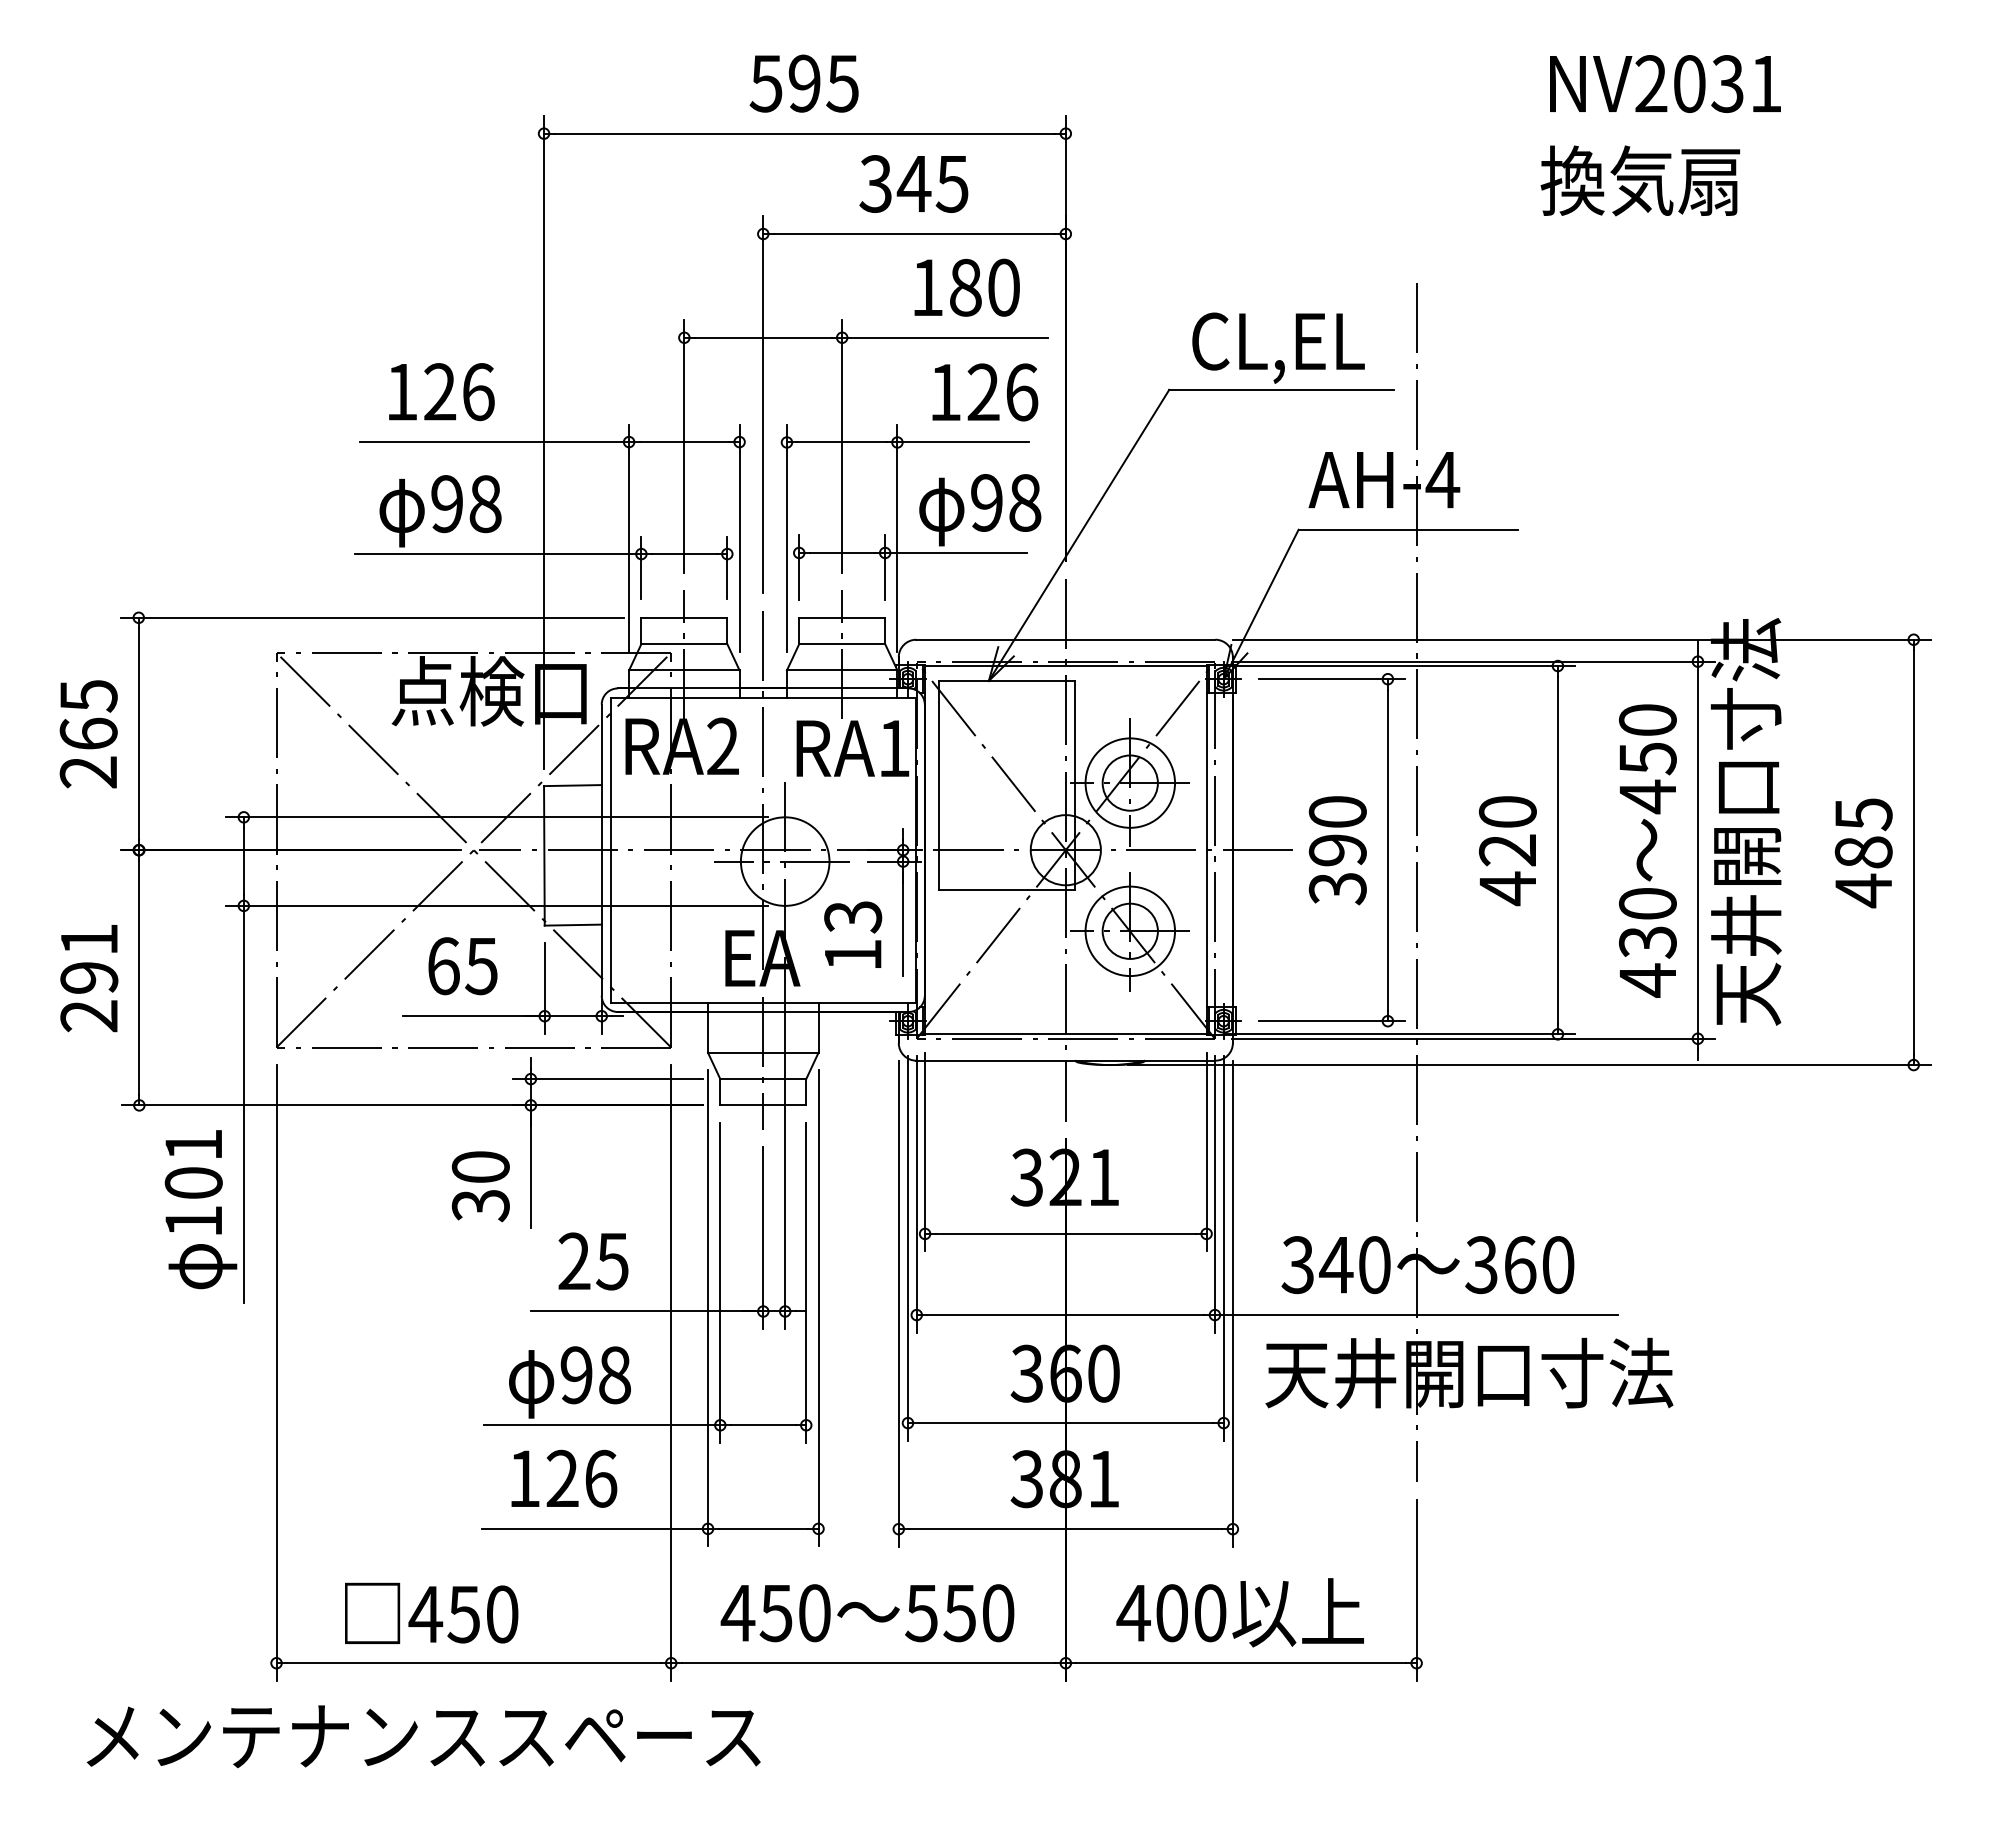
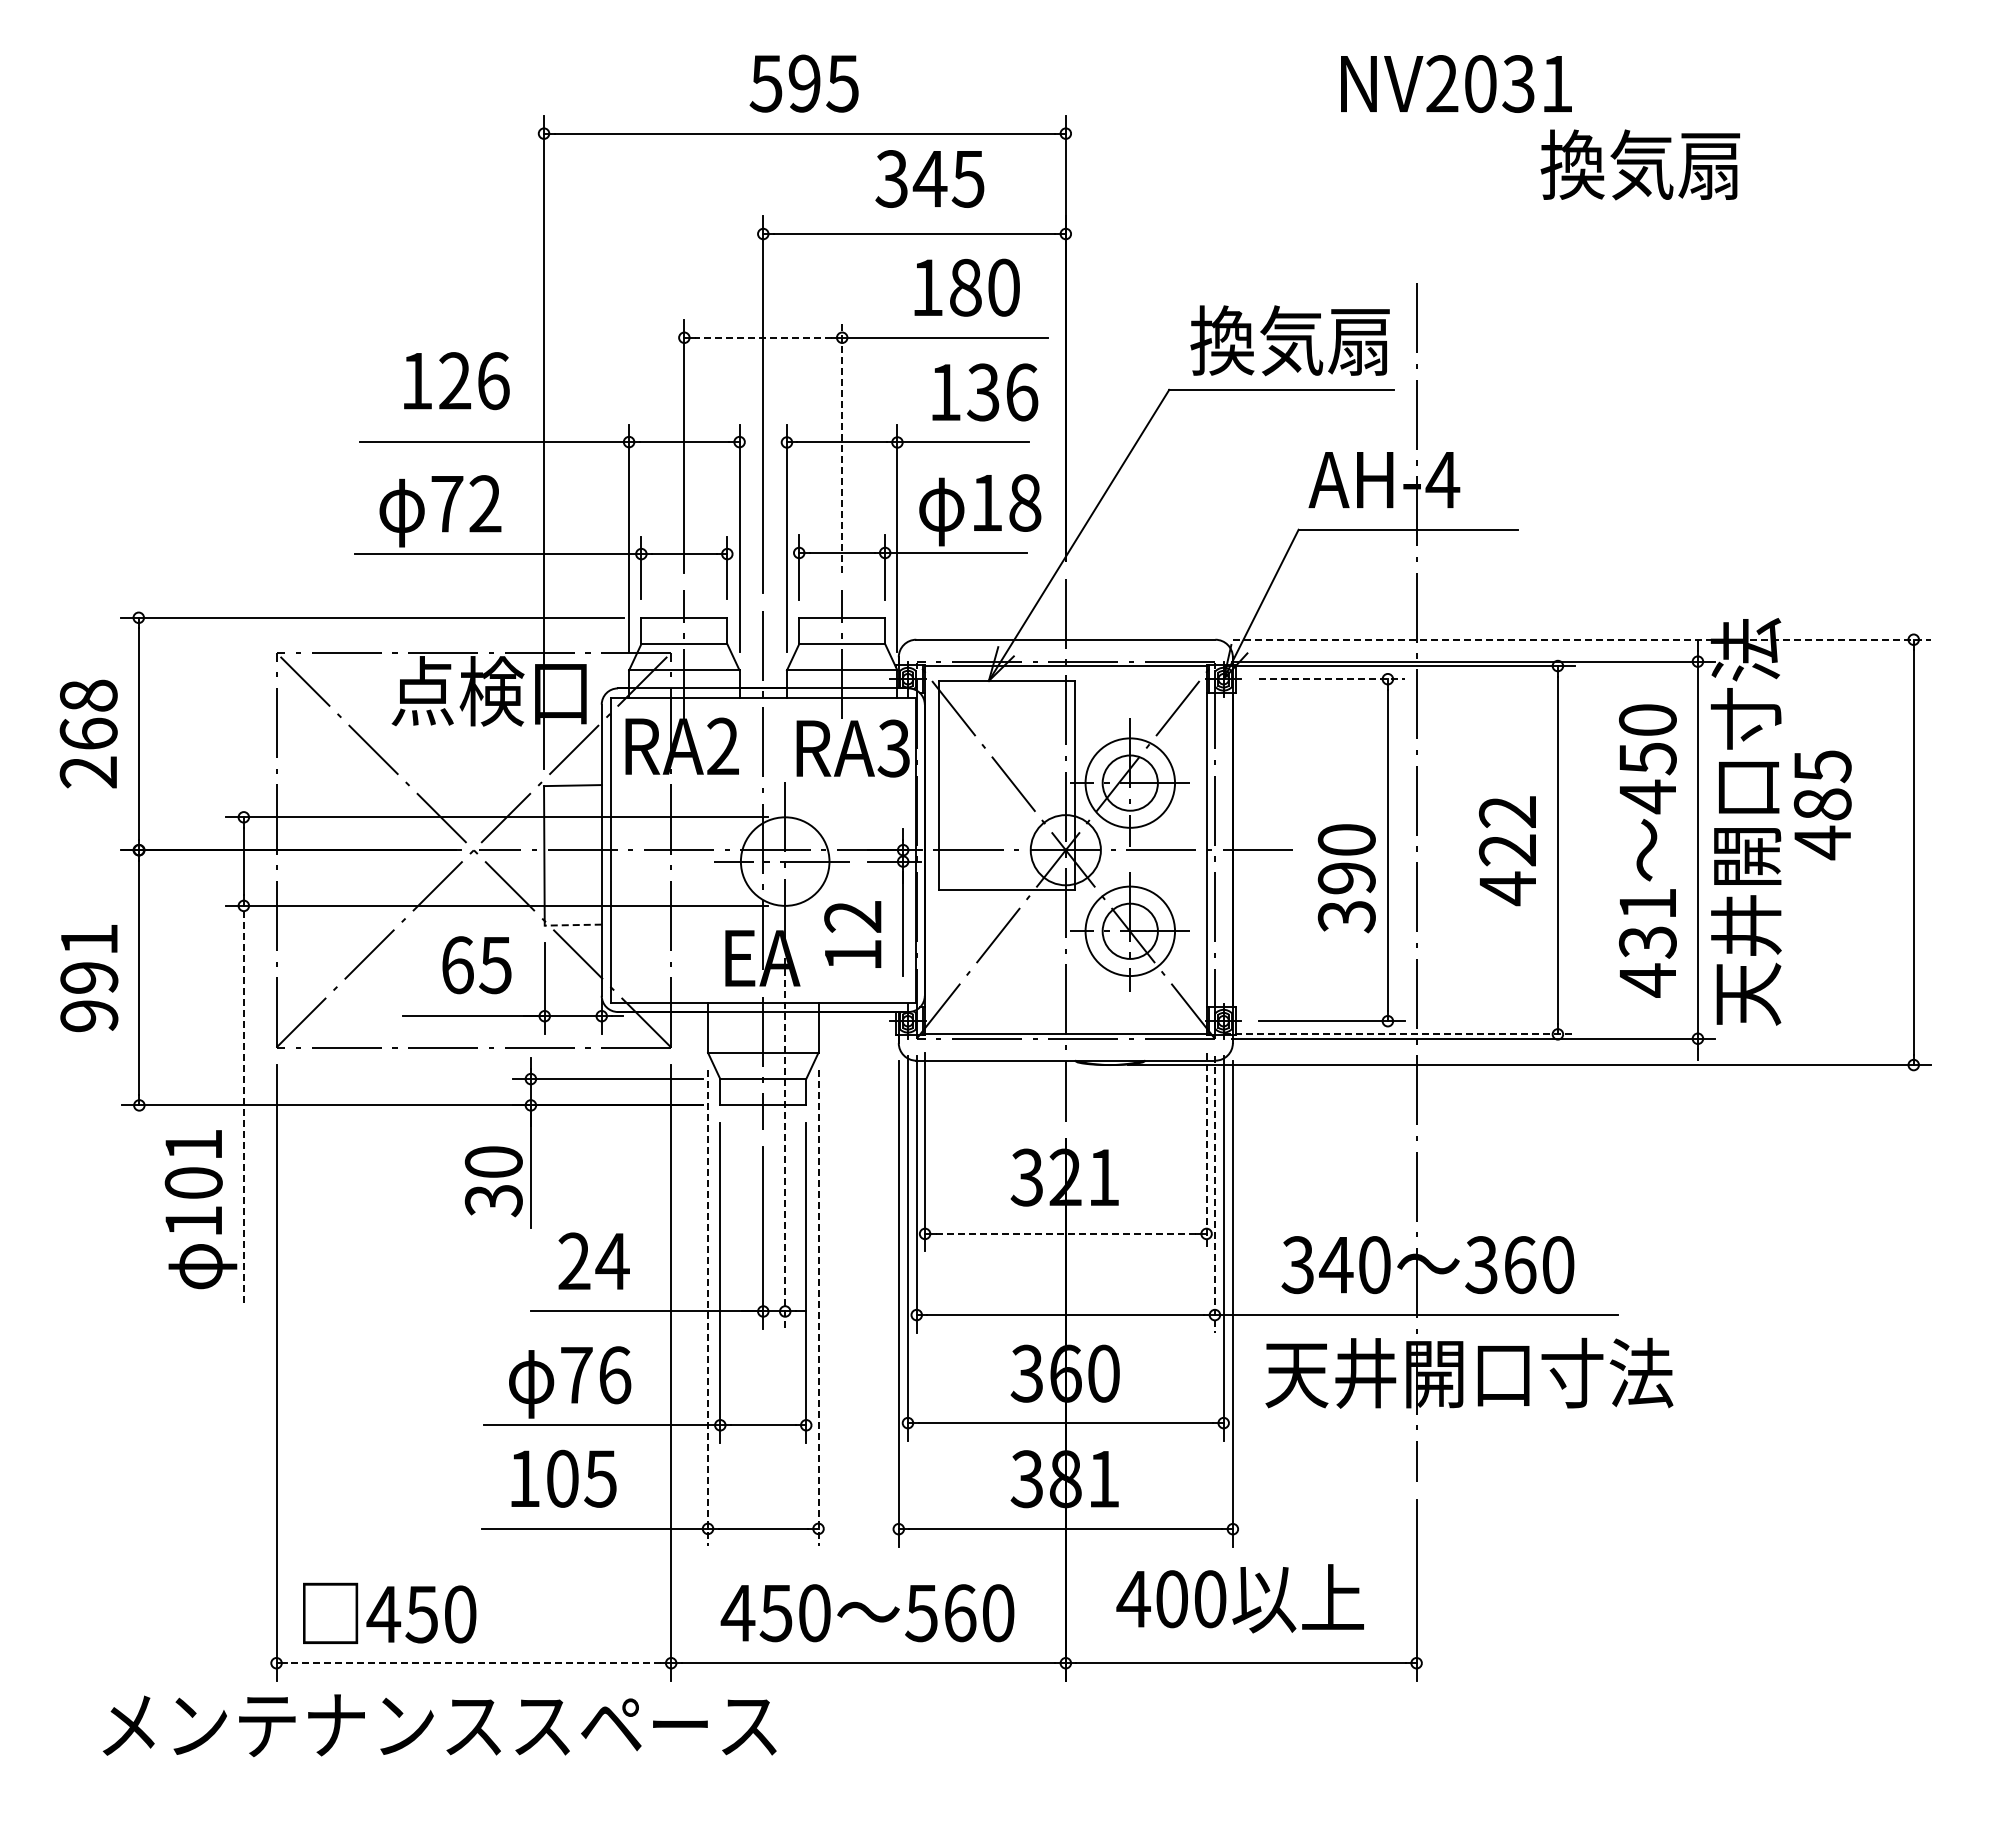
text at (1665, 83) position: (1665, 83) -> (1456, 83)
text at (1639, 180) position: (1639, 180) -> (1639, 164)
text at (913, 183) position: (913, 183) -> (929, 178)
line at (762, 337): solid -> dashed
text at (1289, 344): CL,EL -> 換気扇
text at (441, 392) position: (441, 392) -> (456, 381)
text at (983, 392): 126 -> 136
line at (842, 445): solid -> dashed
text at (986, 502): 98 -> 18
text at (466, 504): 98 -> 72
line at (1582, 639): solid -> dashed
line at (1332, 679): solid -> dashed
text at (88, 695): 265 -> 268
text at (893, 748): RA1 -> RA3
text at (1507, 811): 420 -> 422
text at (1337, 850) position: (1337, 850) -> (1346, 878)
text at (1863, 853) position: (1863, 853) -> (1822, 805)
text at (1647, 903): 430 -> 431
text at (853, 917): 13 -> 12
line at (573, 925): solid -> dashed
text at (462, 966) position: (462, 966) -> (476, 965)
text at (89, 1016): 291 -> 991
line at (1399, 1034): solid -> dashed
line at (243, 1104): solid -> dashed
line at (785, 1143): solid -> dashed
line at (1206, 1152): solid -> dashed
text at (480, 1186) position: (480, 1186) -> (493, 1181)
line at (1214, 1194): solid -> dashed
line at (1066, 1233): solid -> dashed
text at (612, 1261): 25 -> 24
line at (708, 1308): solid -> dashed
line at (818, 1308): solid -> dashed
text at (595, 1375): 98 -> 76
text at (581, 1478): 126 -> 105
text at (431, 1612) position: (431, 1612) -> (389, 1612)
text at (1239, 1612) position: (1239, 1612) -> (1239, 1598)
text at (959, 1613): 550 -> 560
line at (473, 1663): solid -> dashed
text at (423, 1736) position: (423, 1736) -> (439, 1725)
